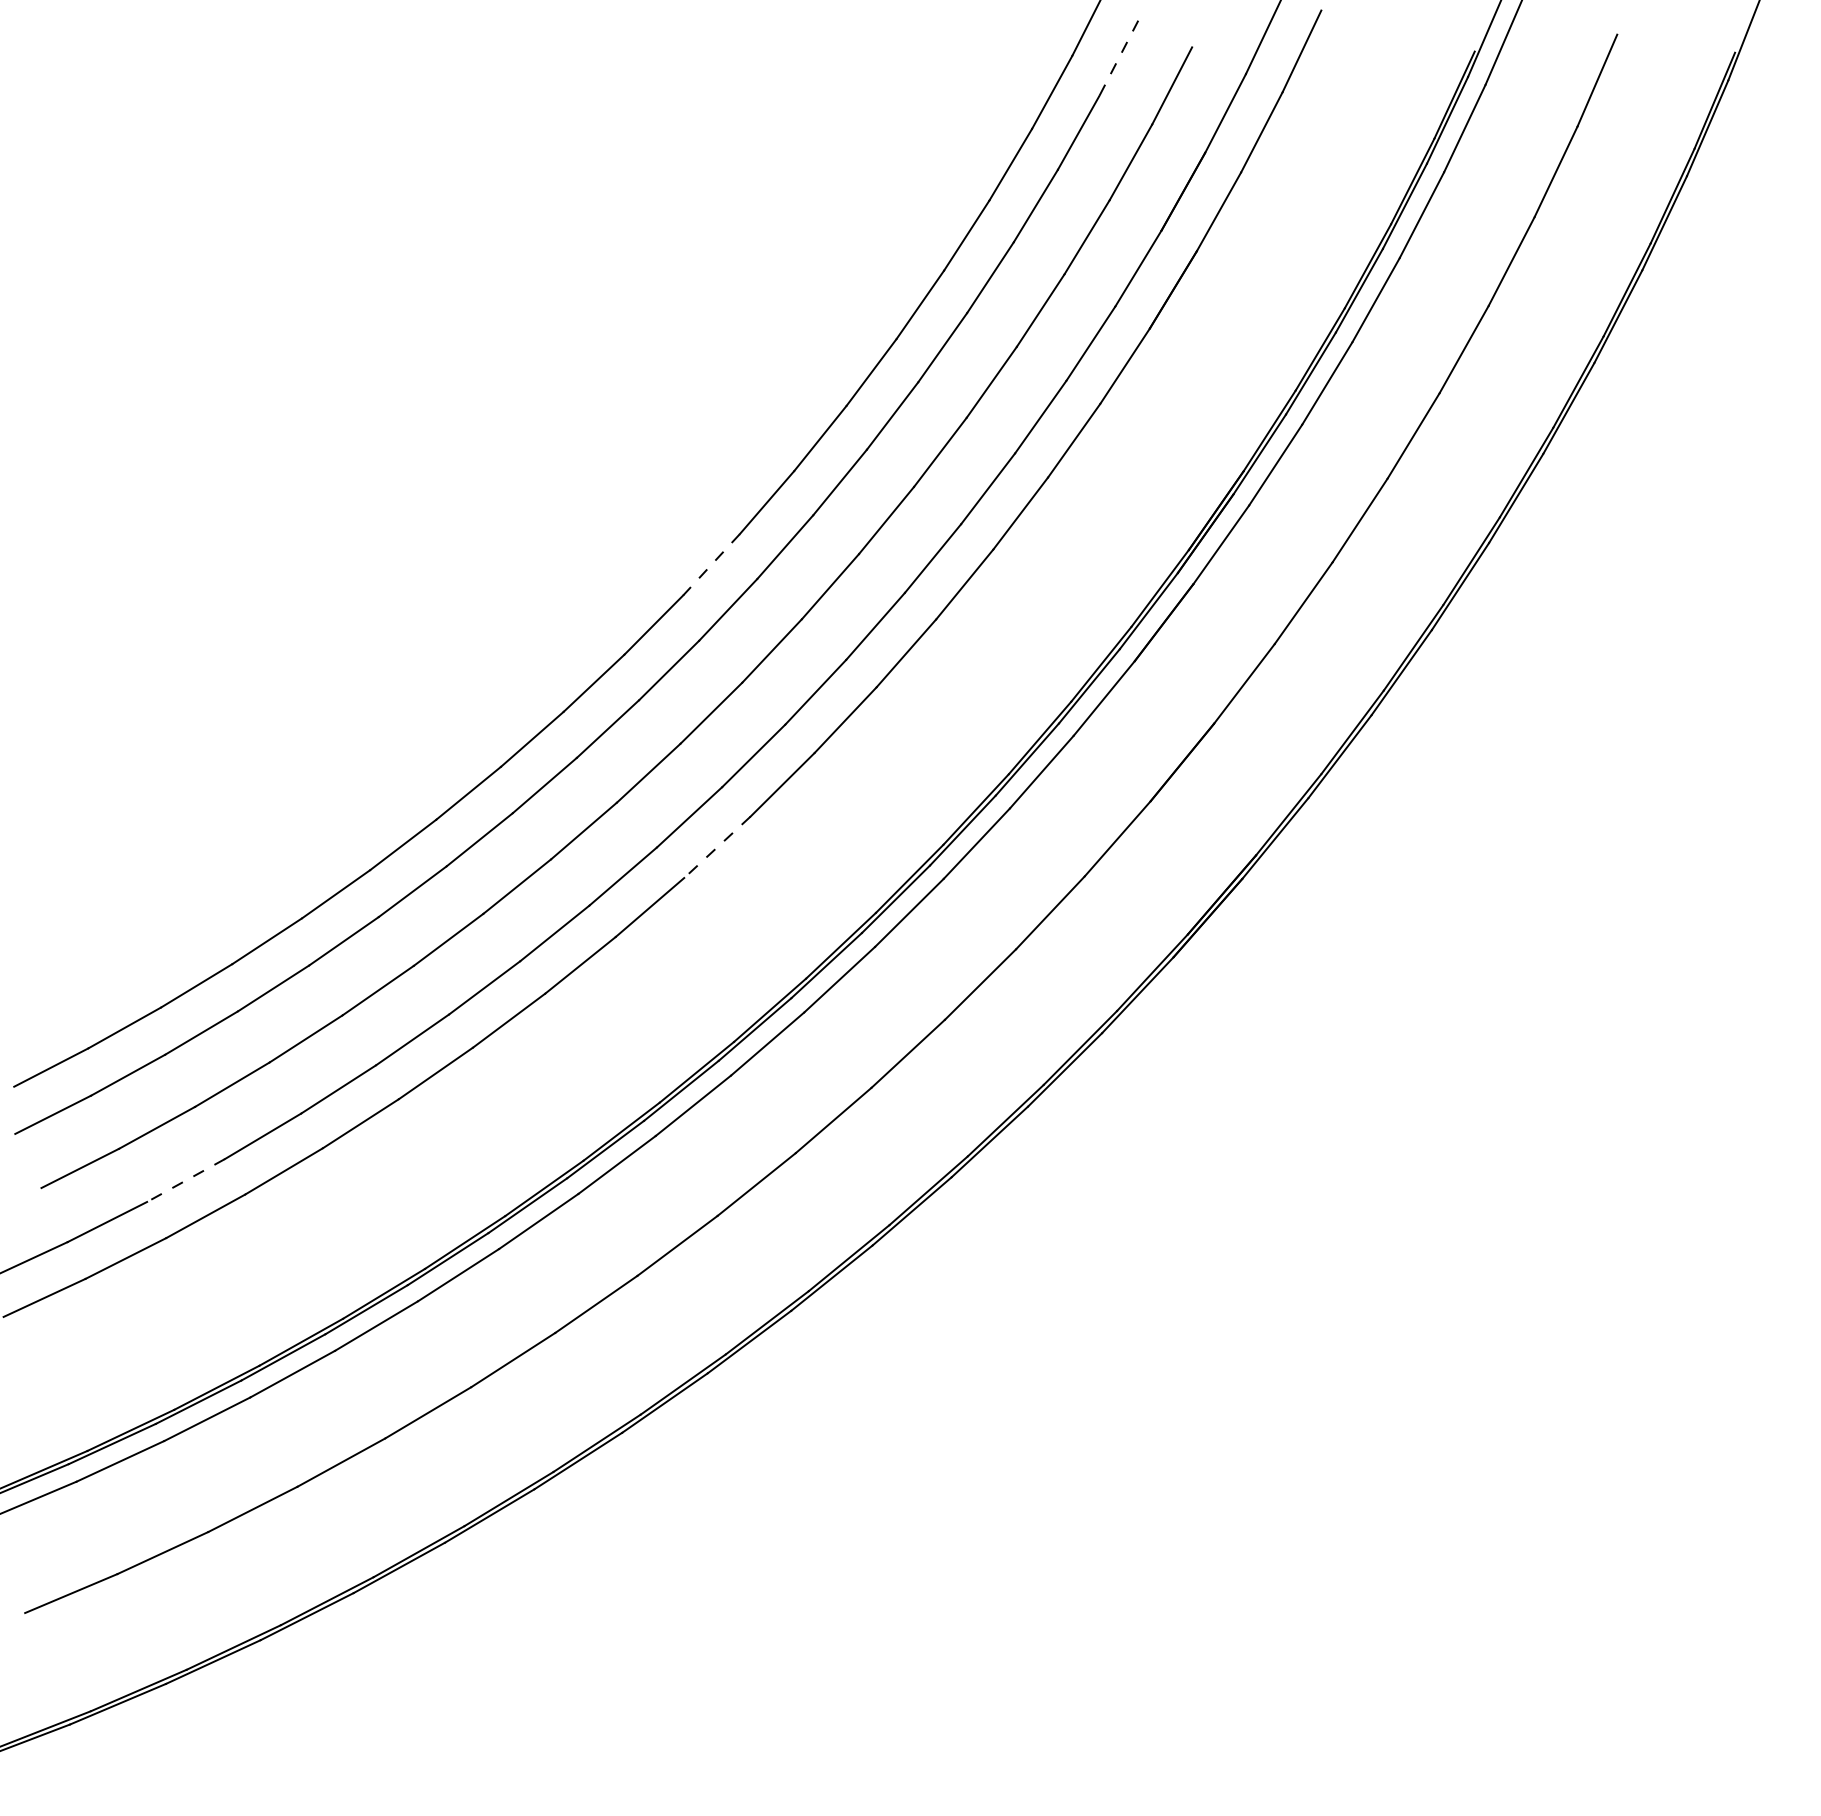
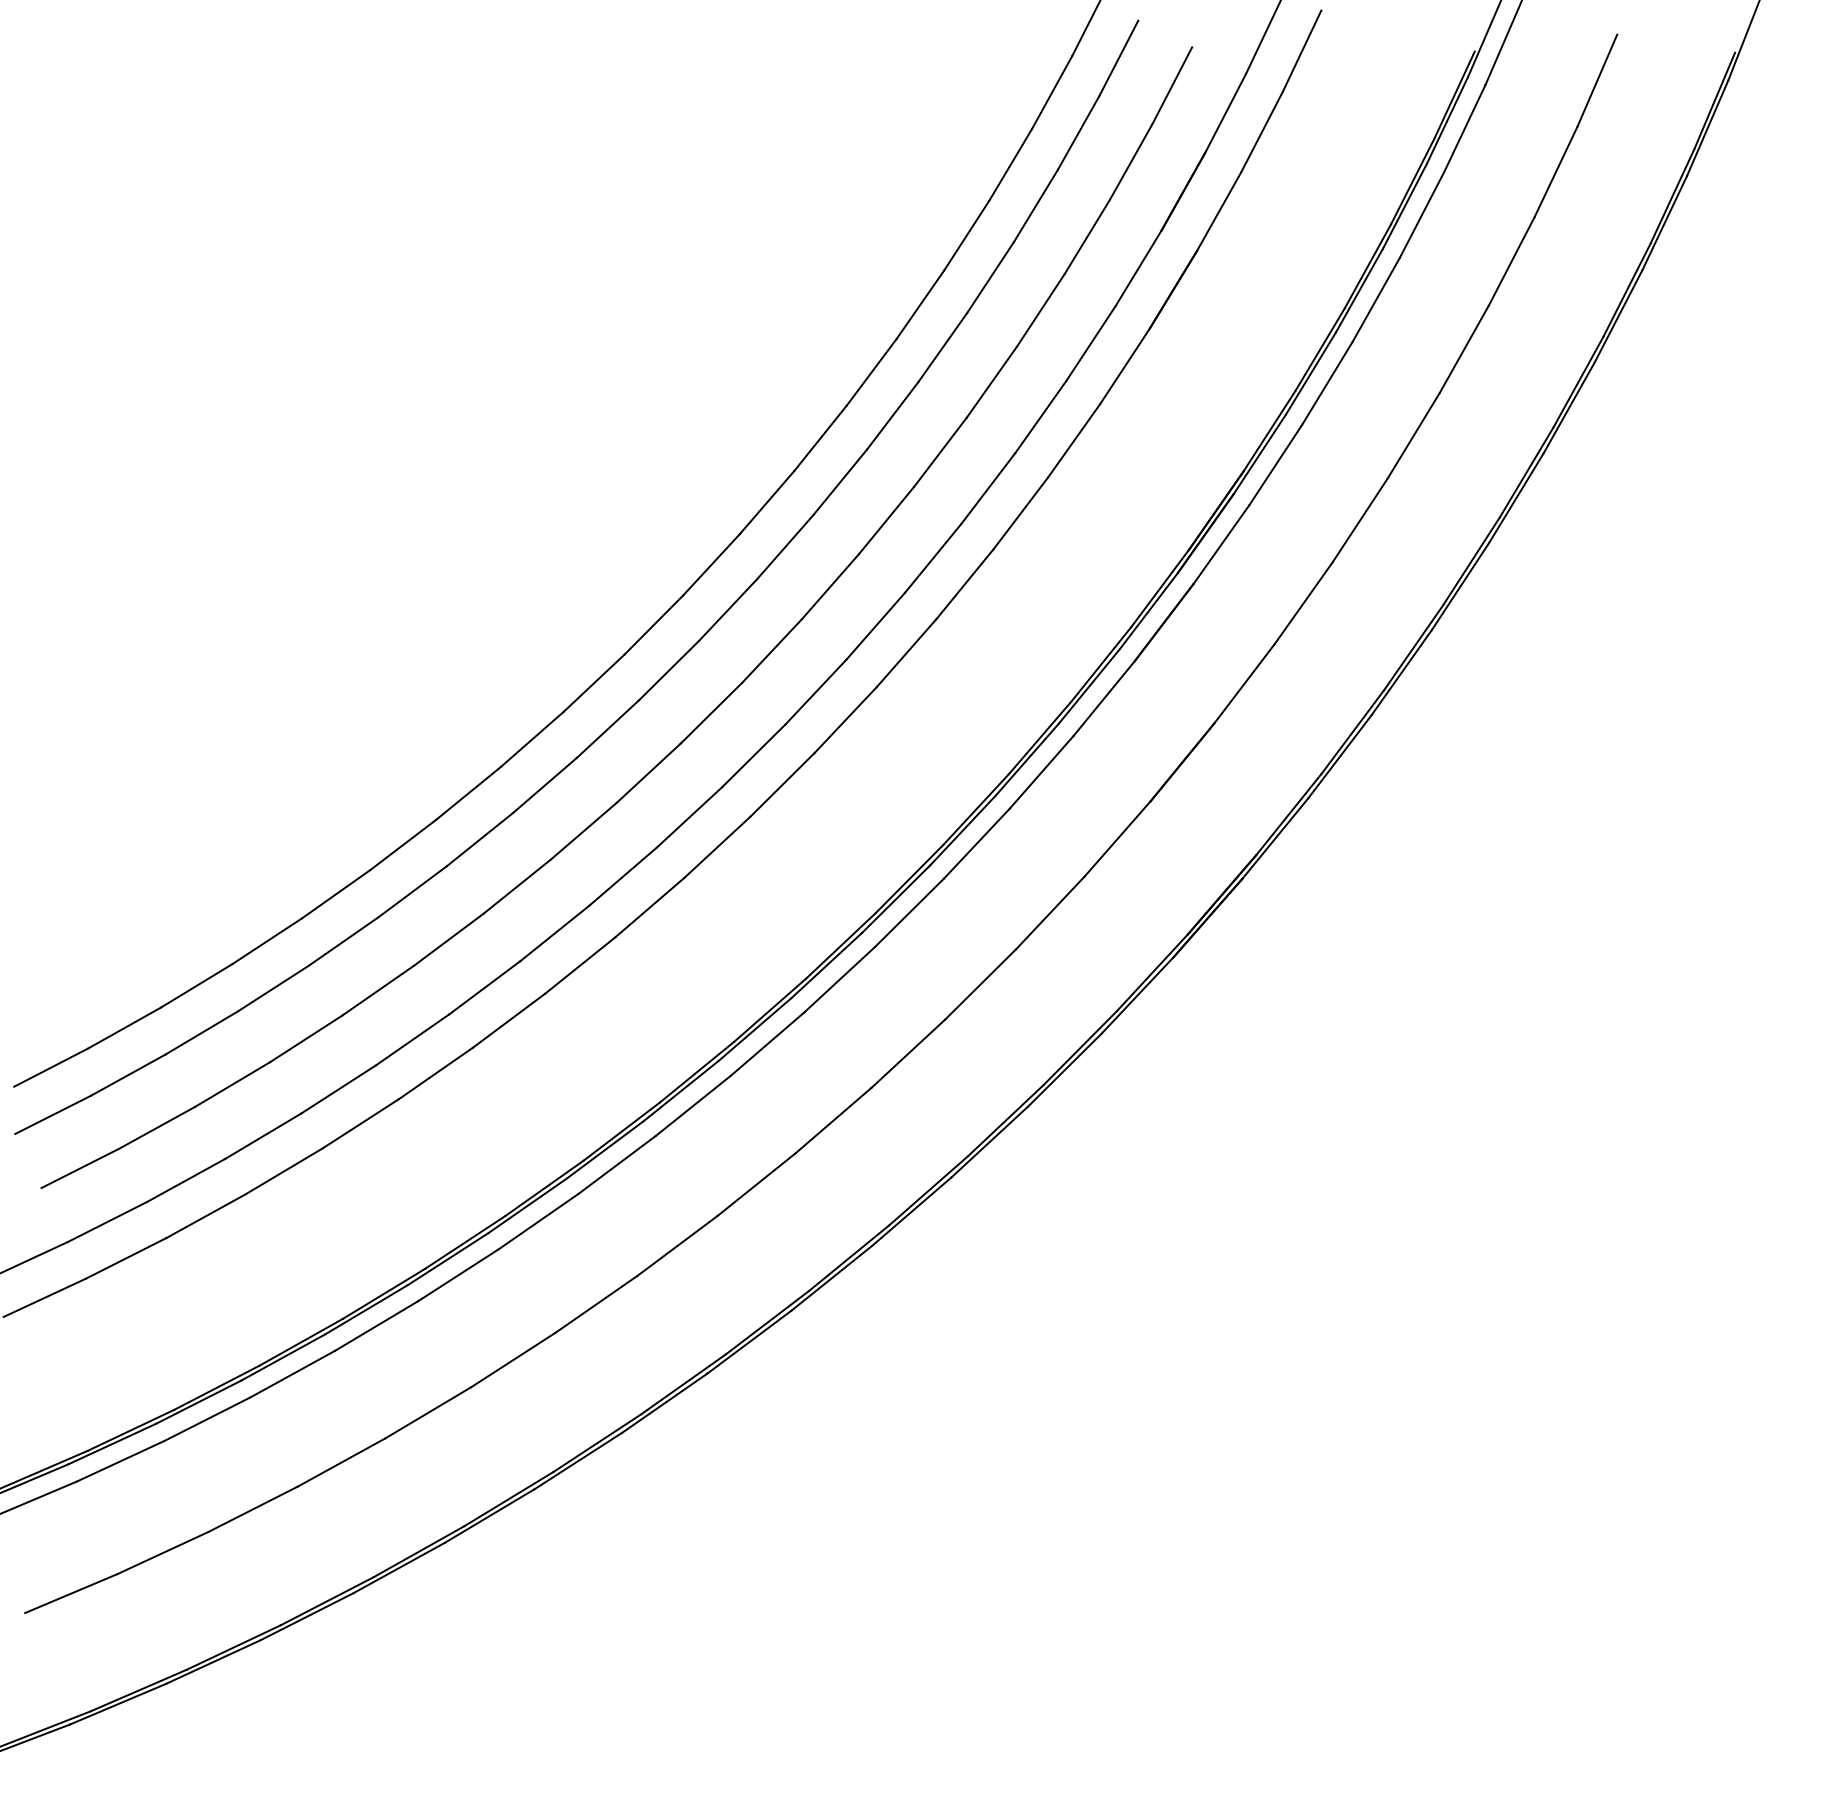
line at (1118, 58): dashed -> solid
line at (711, 564): dashed -> solid
line at (717, 847): dashed -> solid
line at (185, 1180): dashed -> solid
